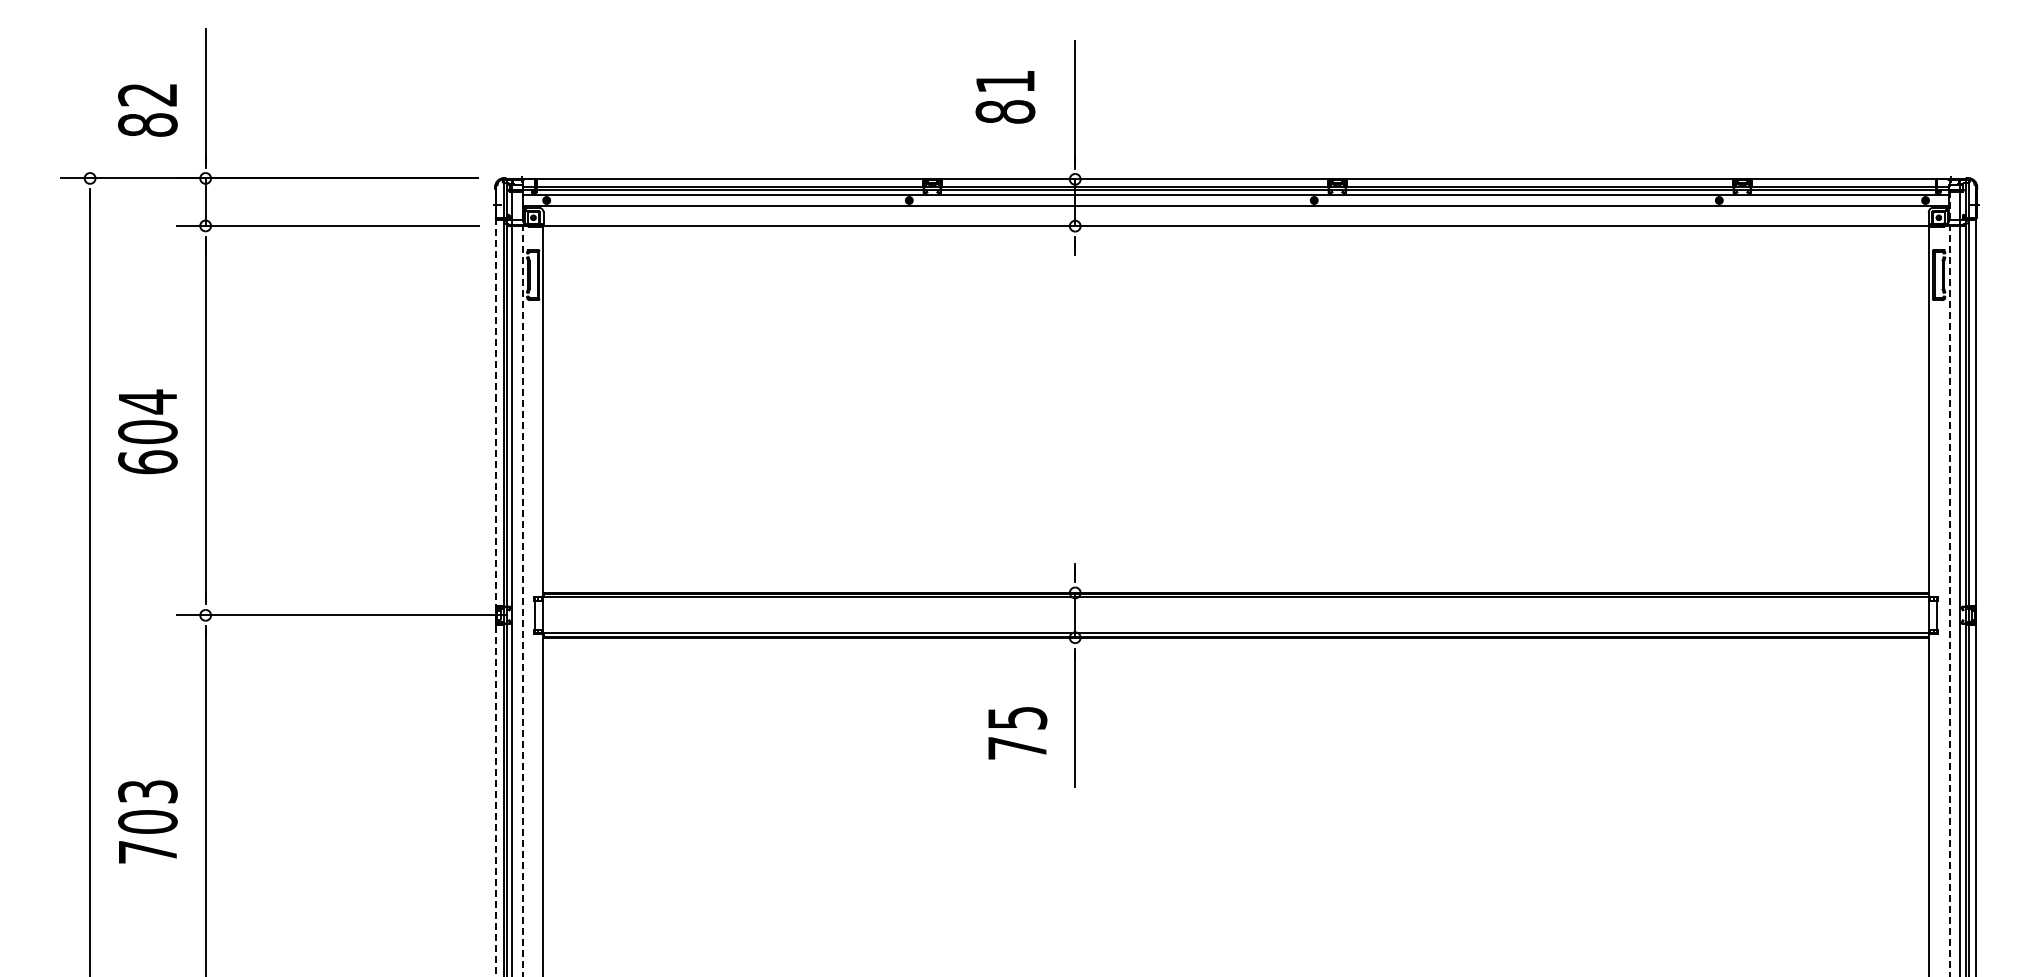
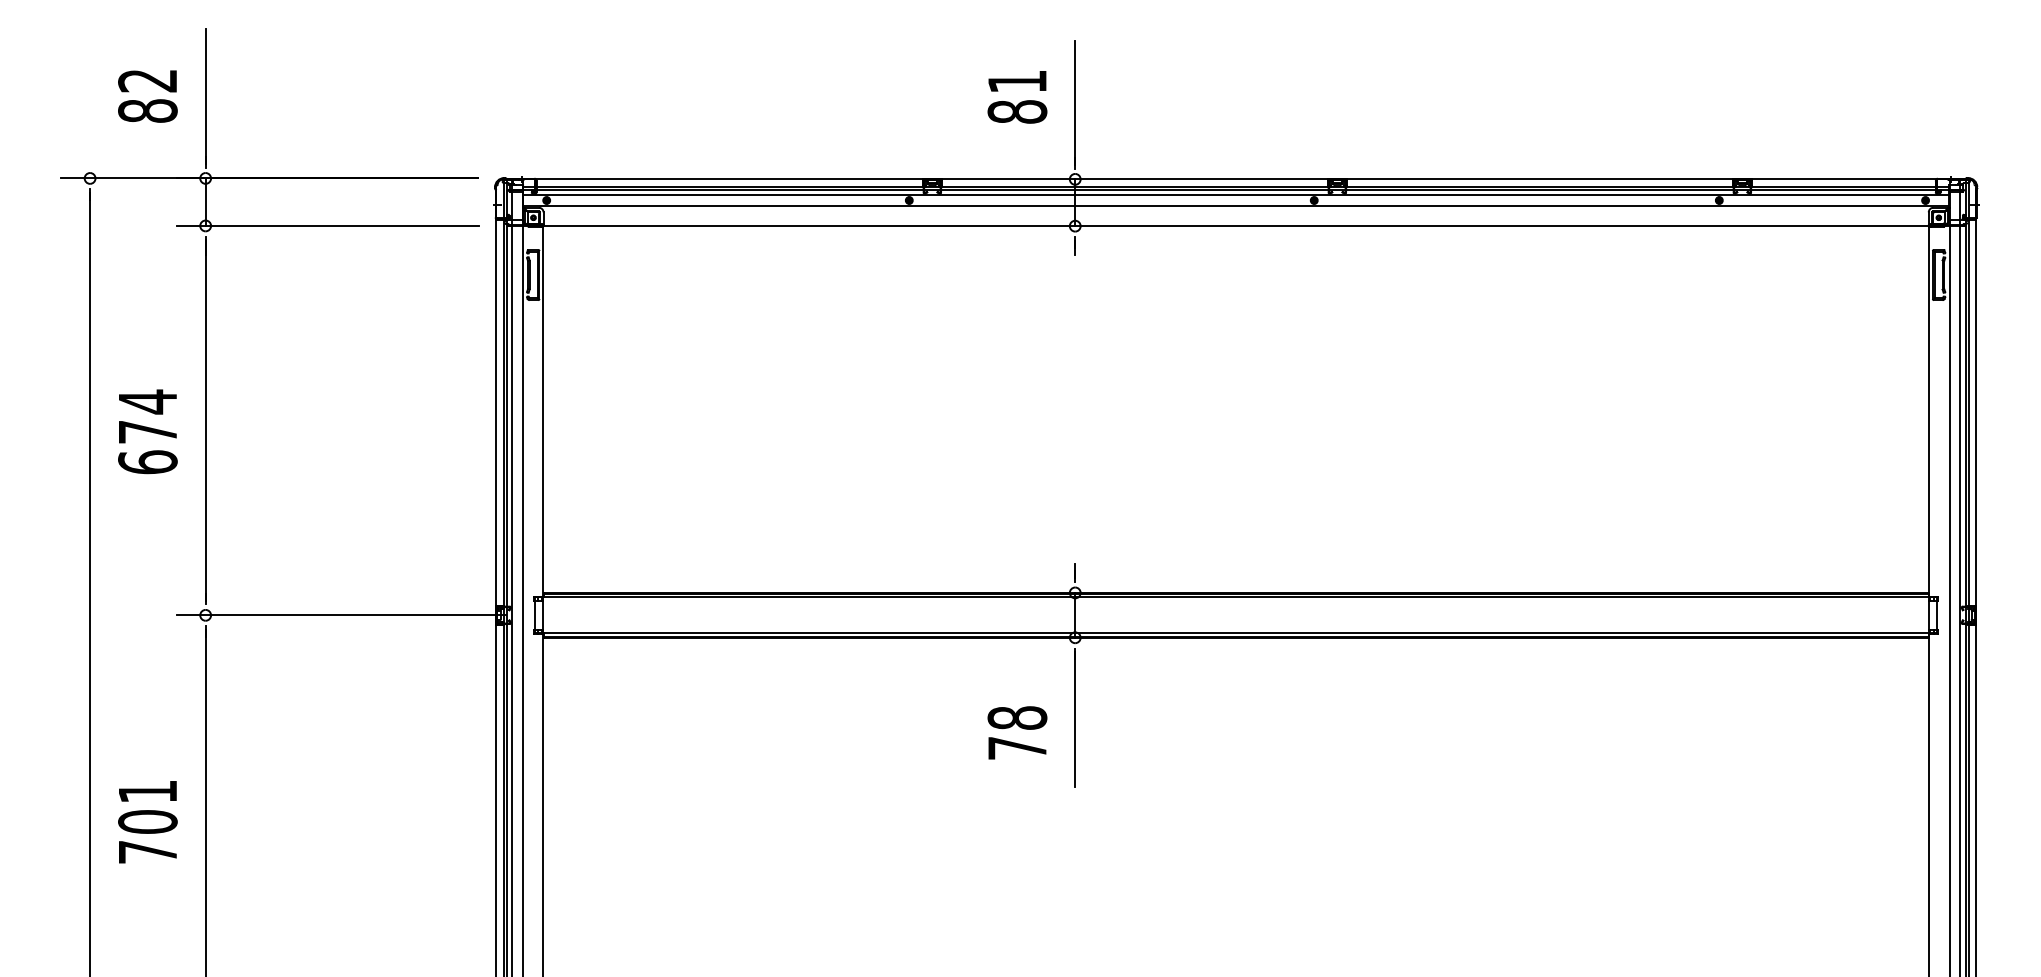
text at (1005, 97) position: (1005, 97) -> (1017, 97)
text at (147, 110) position: (147, 110) -> (147, 96)
text at (147, 432): 604 -> 674
line at (522, 578): dashed -> solid
line at (1949, 578): dashed -> solid
line at (496, 581): dashed -> solid
text at (1017, 717): 75 -> 78
text at (147, 791): 703 -> 701
